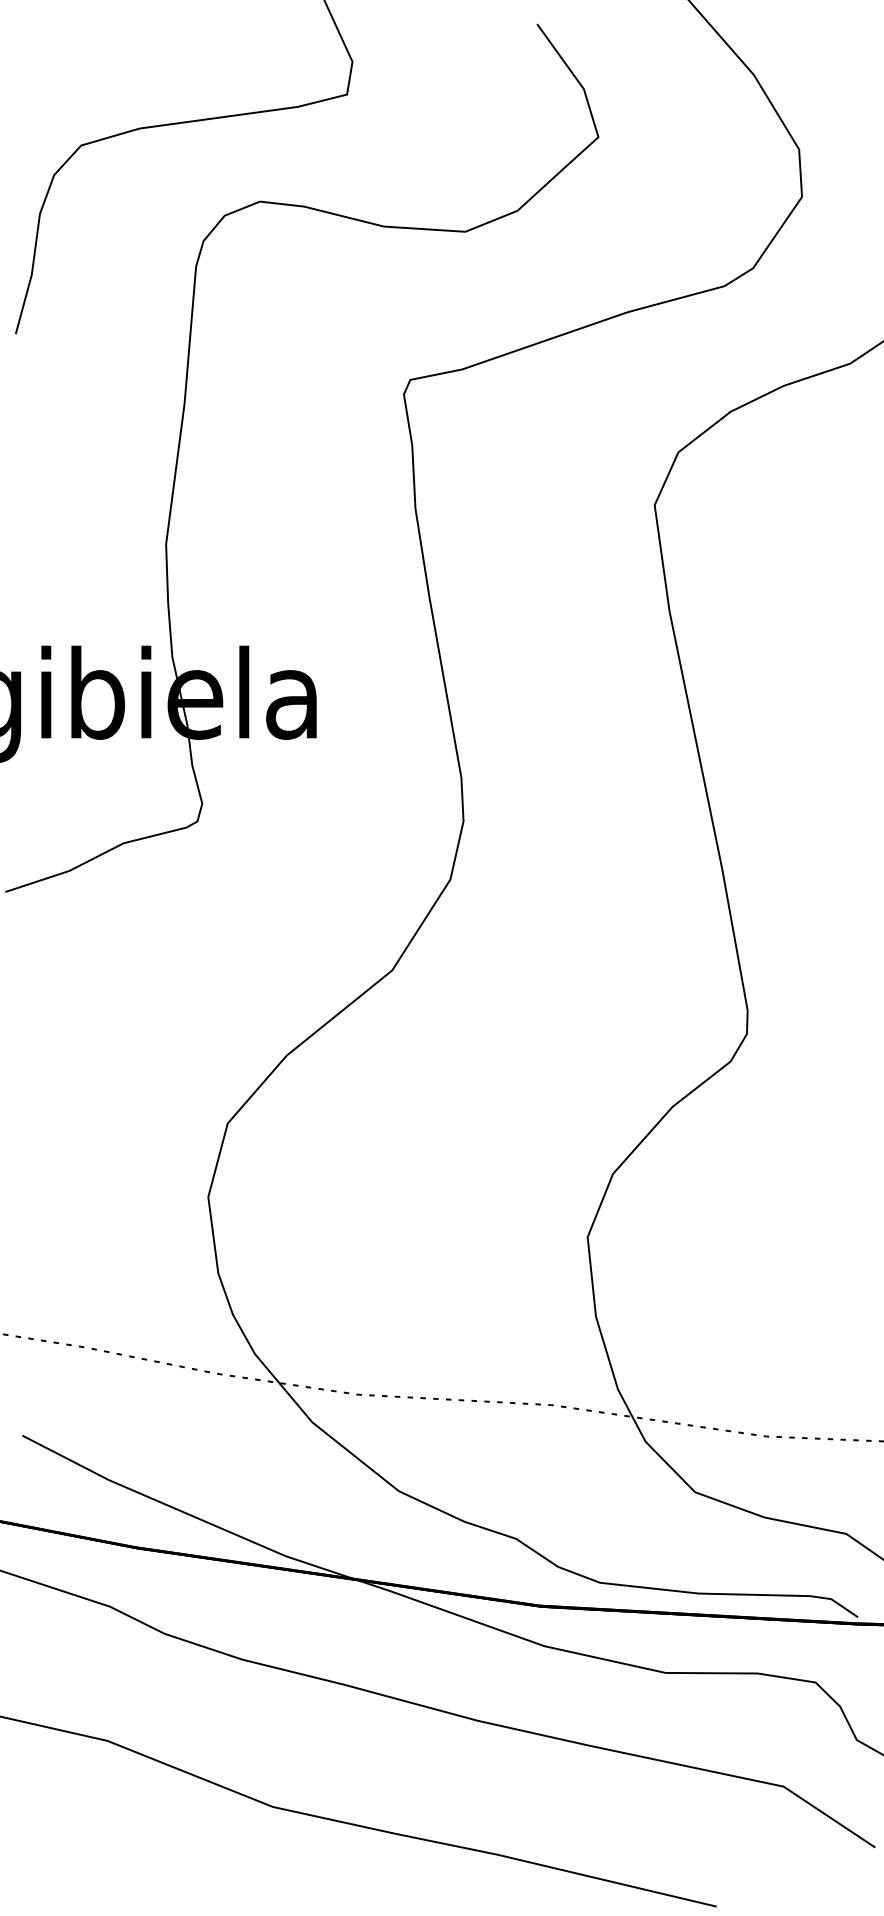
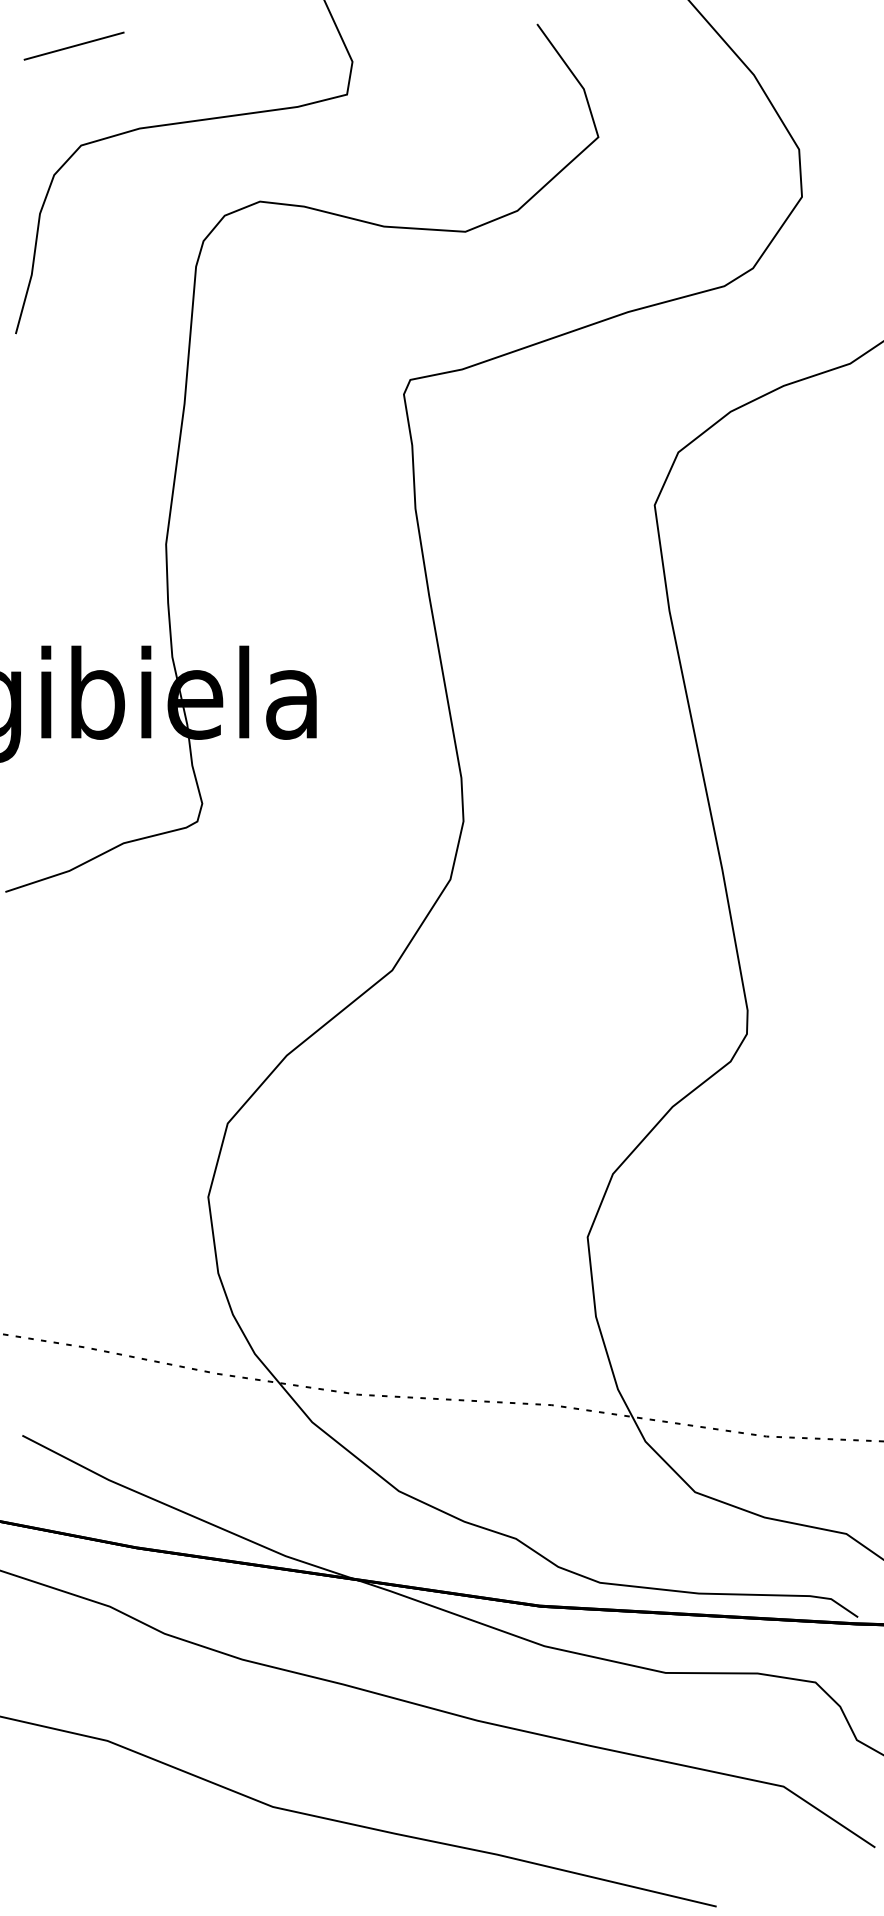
line at (73, 45): none -> present
